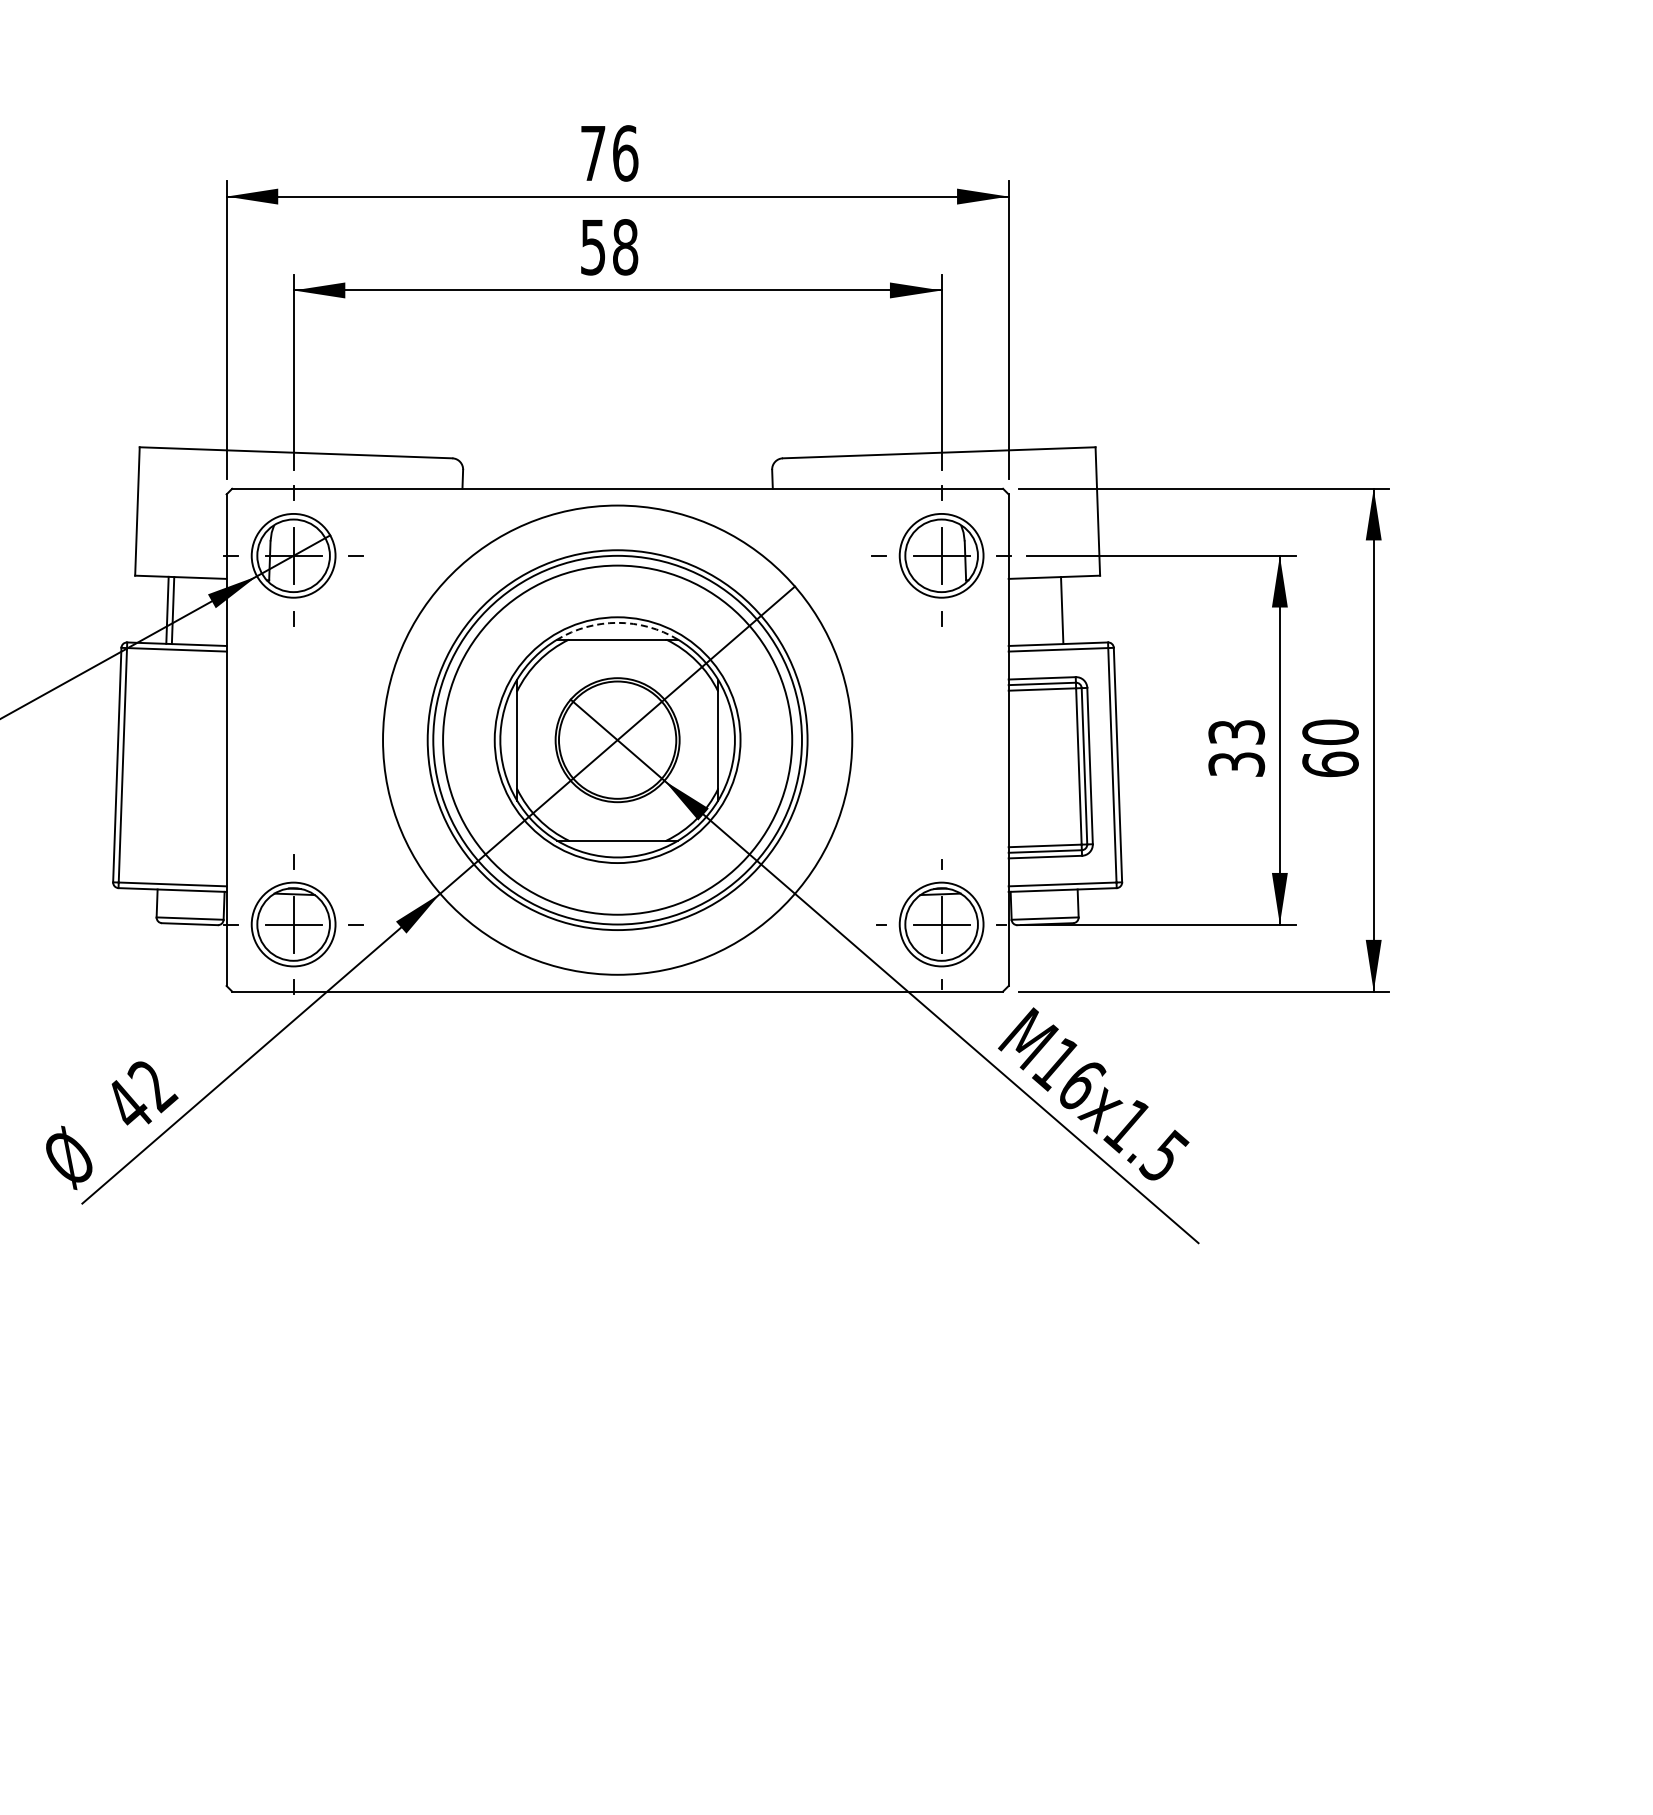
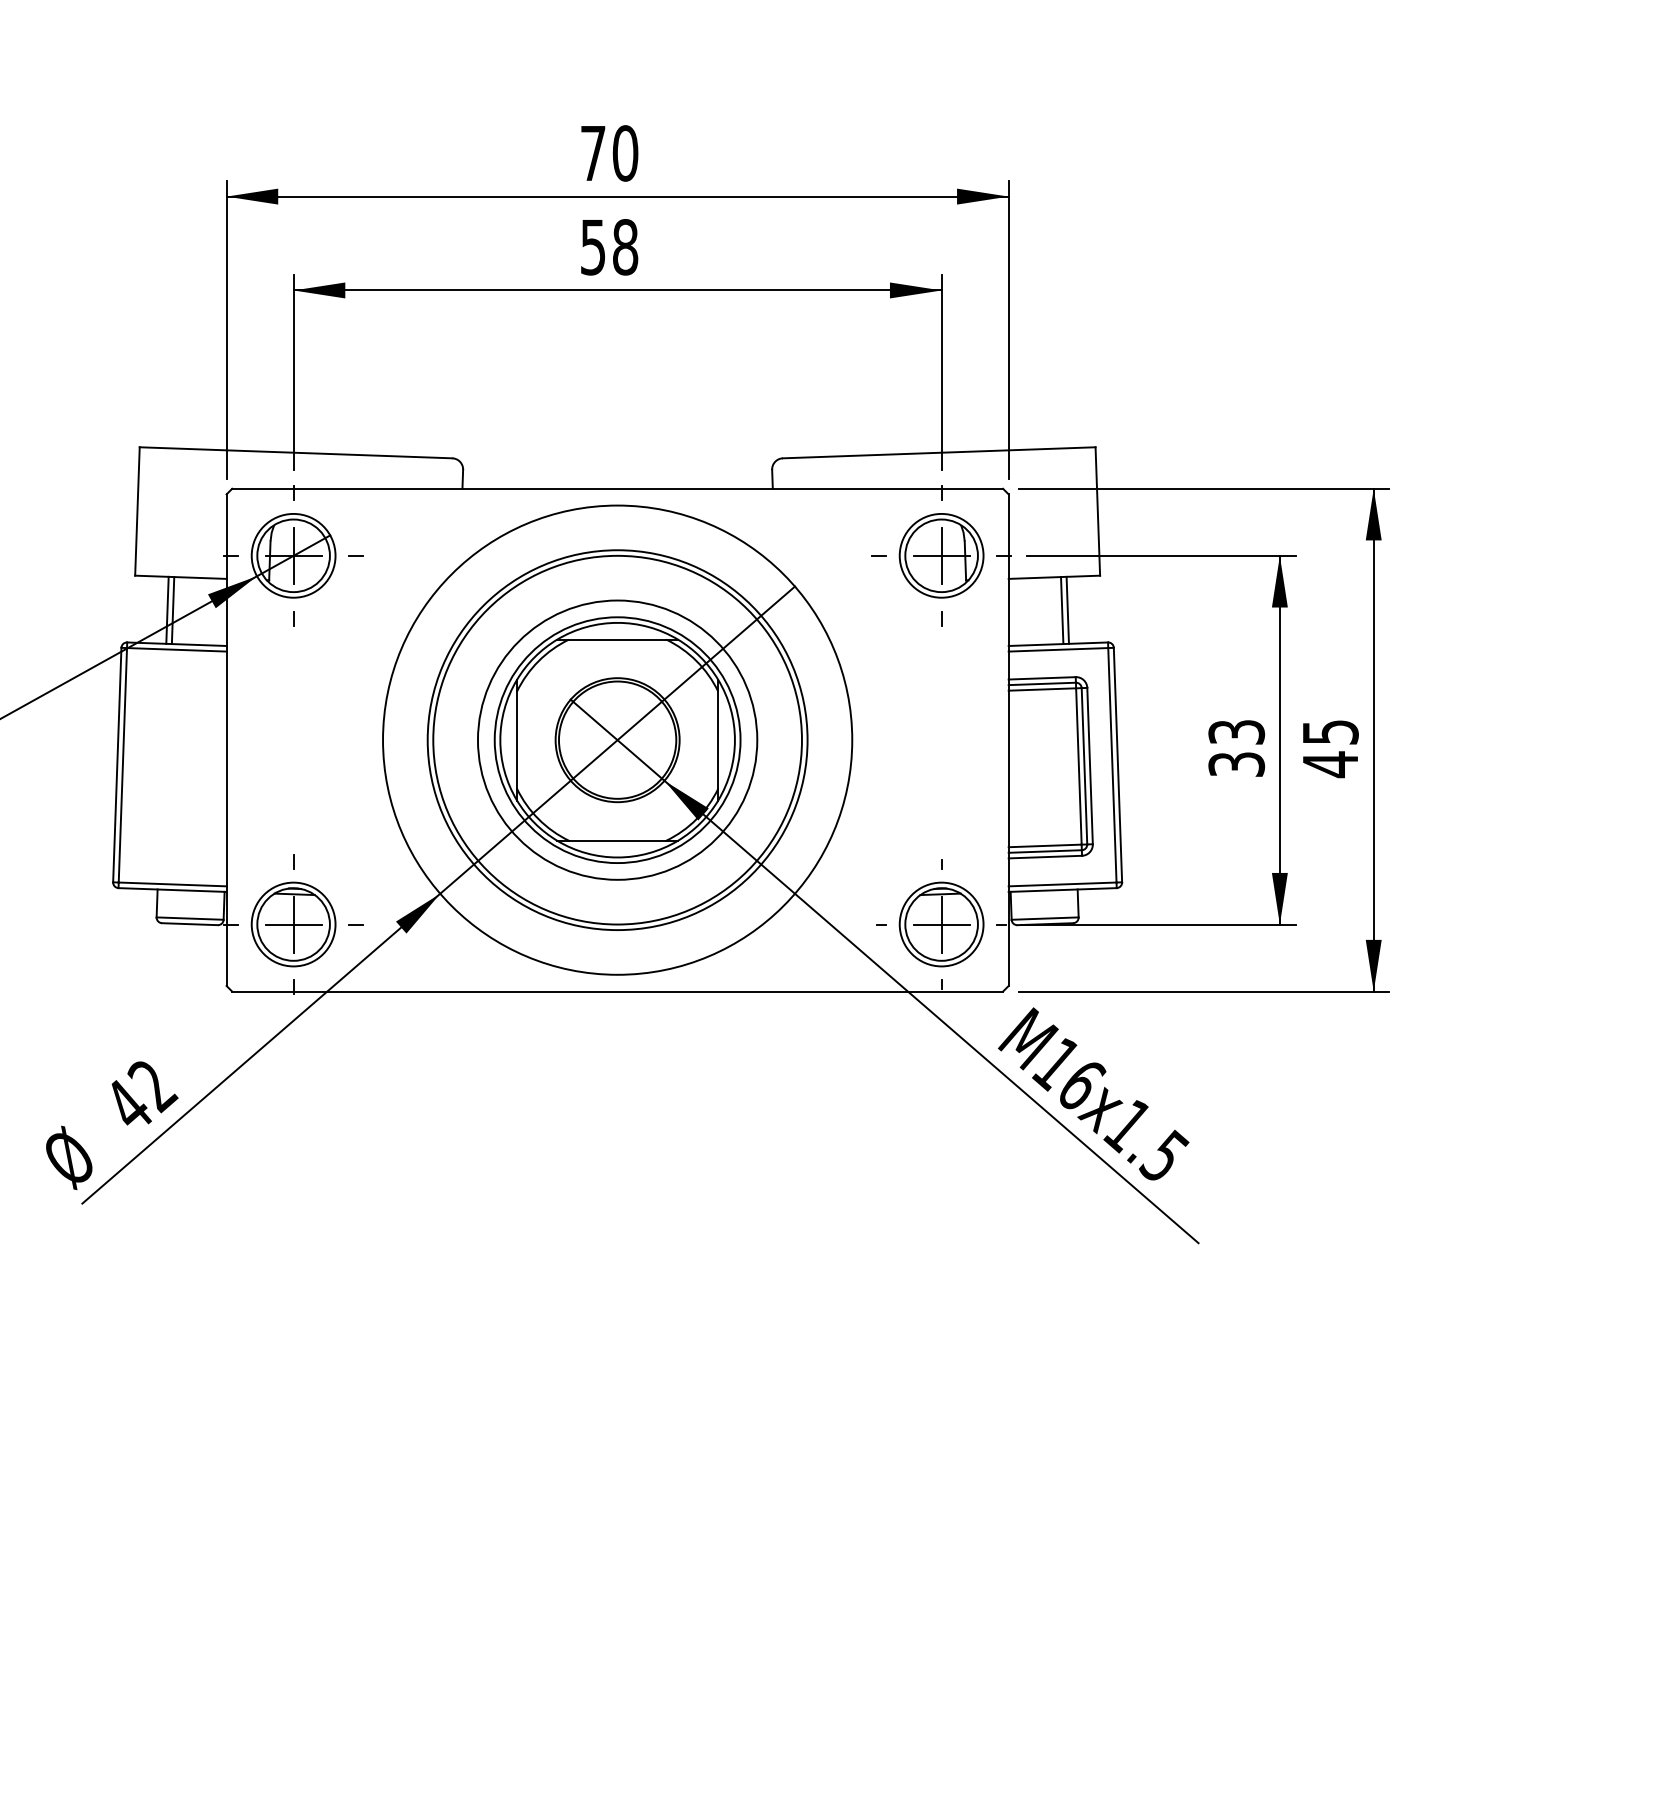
text at (625, 153): 76 -> 70
line at (1067, 609): none -> present
arc at (617, 622): dashed -> solid
circle at (617, 739) diameter: 349 px -> 279 px
text at (1330, 748): 60 -> 45
